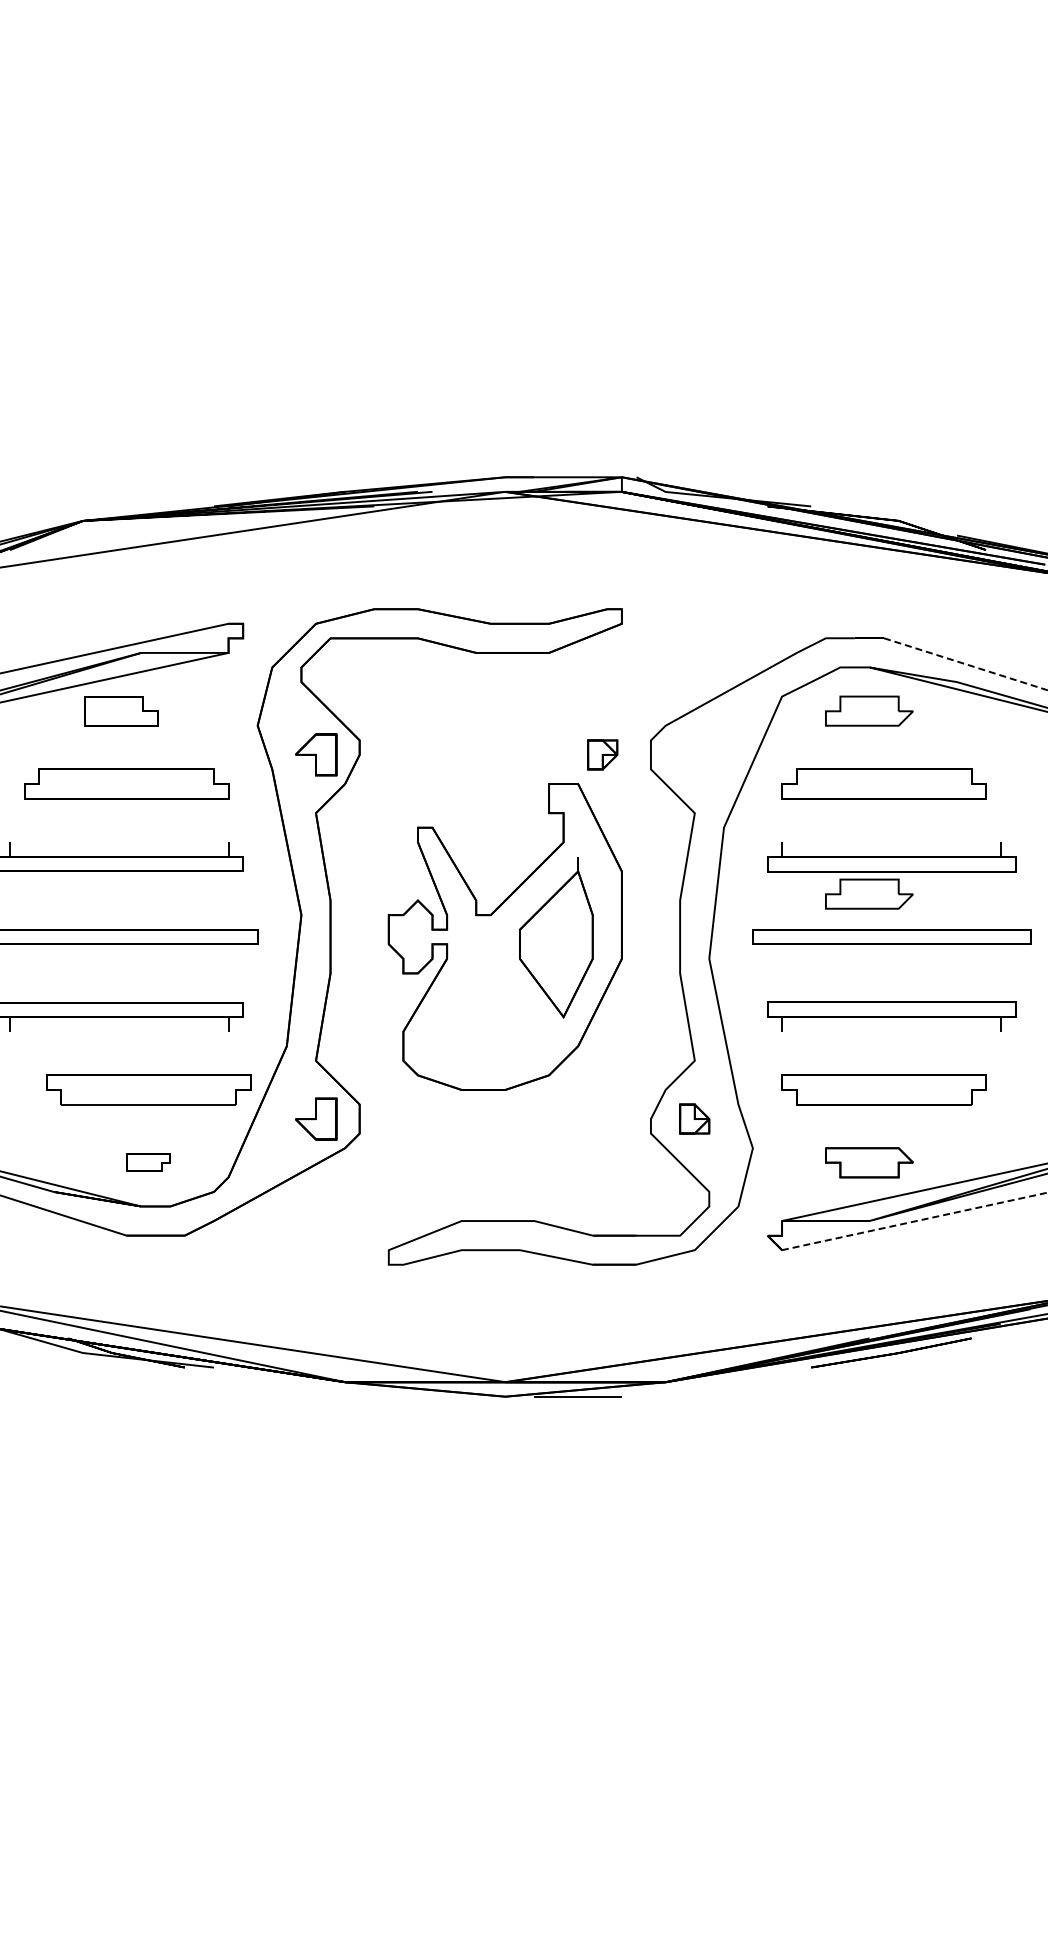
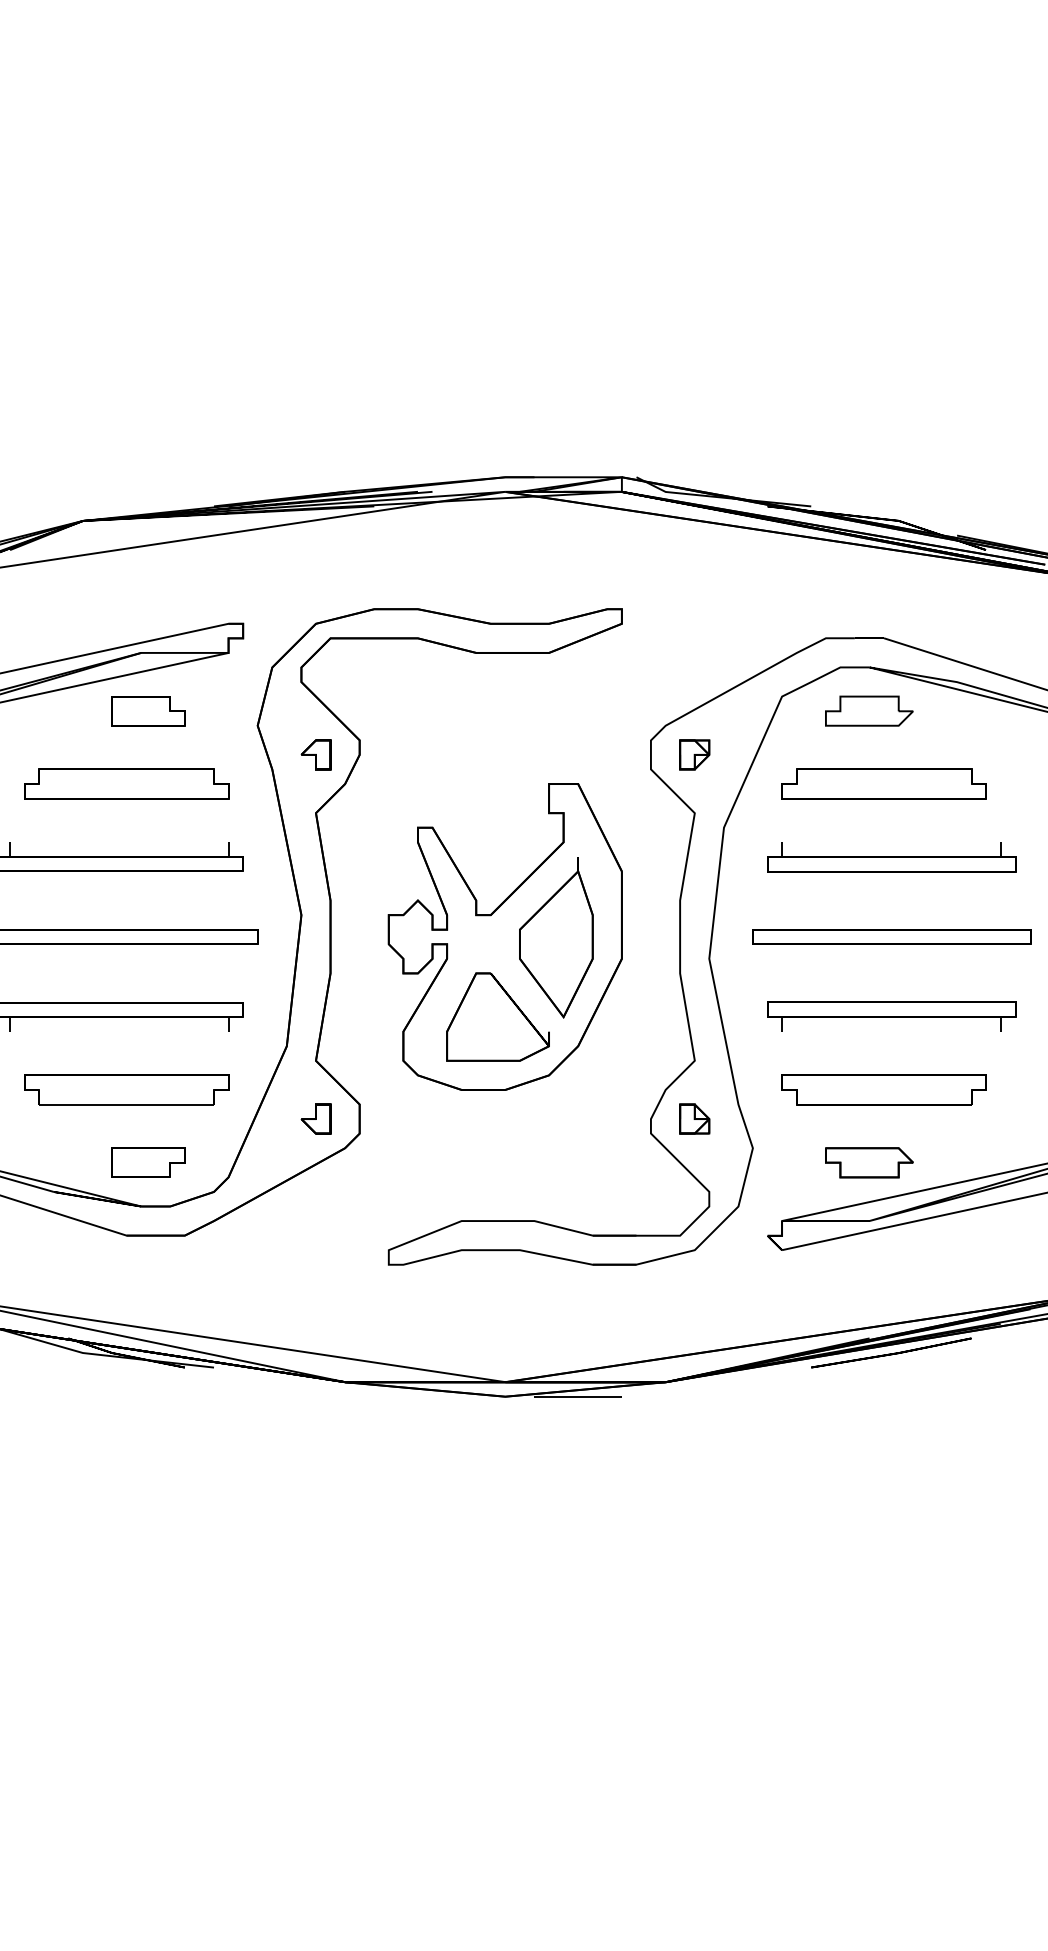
line at (965, 664): dashed -> solid
part at (121, 711) position: (121, 711) -> (148, 711)
part at (316, 754) size: 43x44 px -> 32x32 px
part at (602, 754) position: (602, 754) -> (694, 754)
part at (869, 893): present -> none
part at (497, 1016): none -> present
part at (148, 1089) position: (148, 1089) -> (126, 1089)
part at (316, 1118) size: 43x44 px -> 32x32 px
part at (148, 1162) size: 45x19 px -> 75x31 px
line at (914, 1221): dashed -> solid
